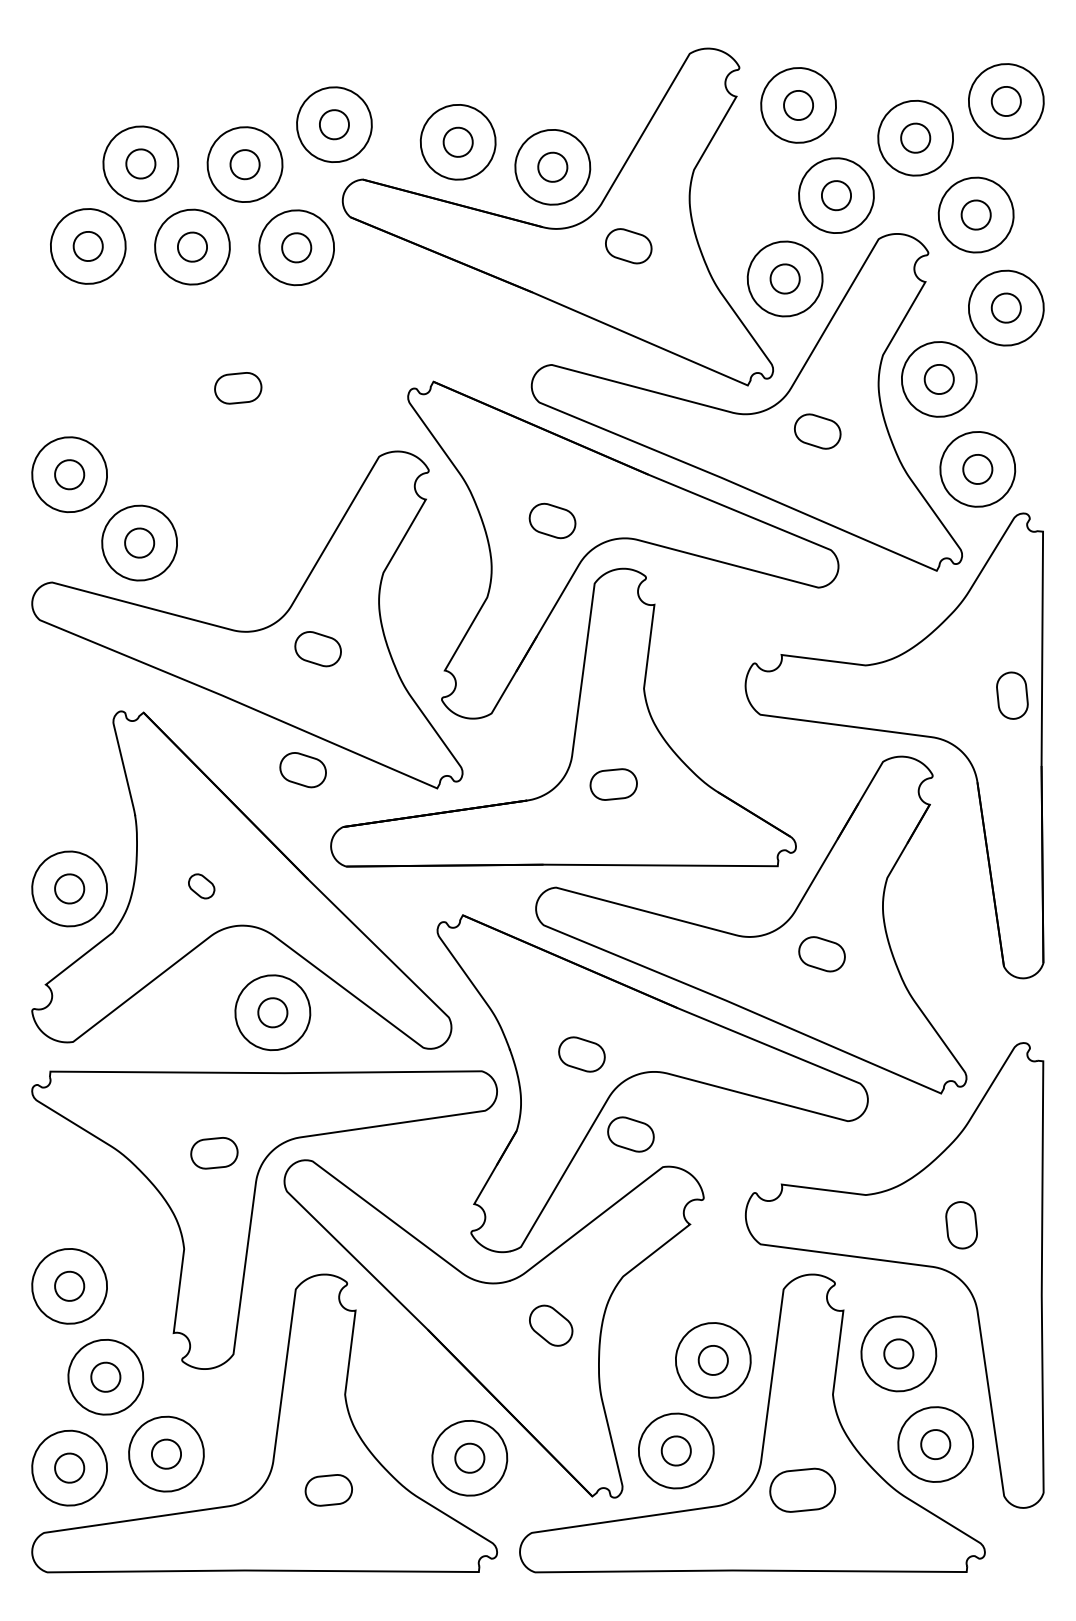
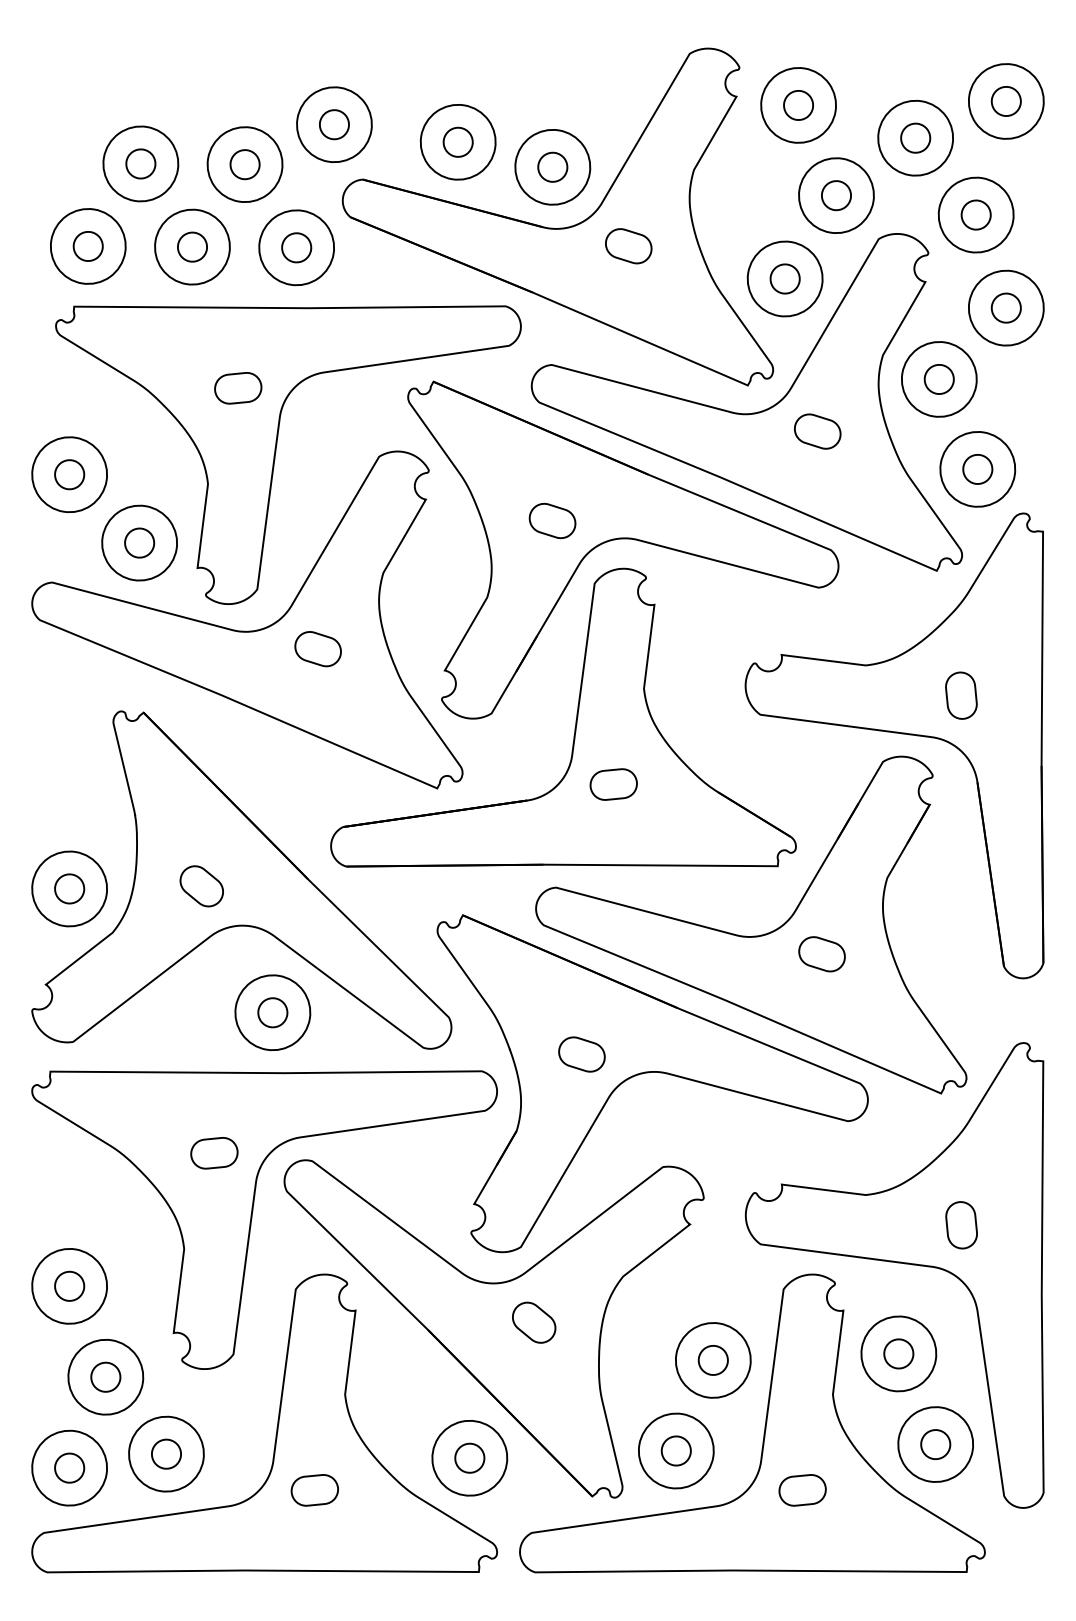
part at (276, 452): none -> present
part at (1012, 695) position: (1012, 695) -> (961, 695)
part at (302, 770): present -> none
part at (201, 886) size: 28x27 px -> 45x43 px
part at (630, 1134): present -> none
part at (551, 1325) position: (551, 1325) -> (534, 1322)
part at (802, 1489) size: 68x46 px -> 49x33 px
part at (328, 1490) position: (328, 1490) -> (314, 1490)
